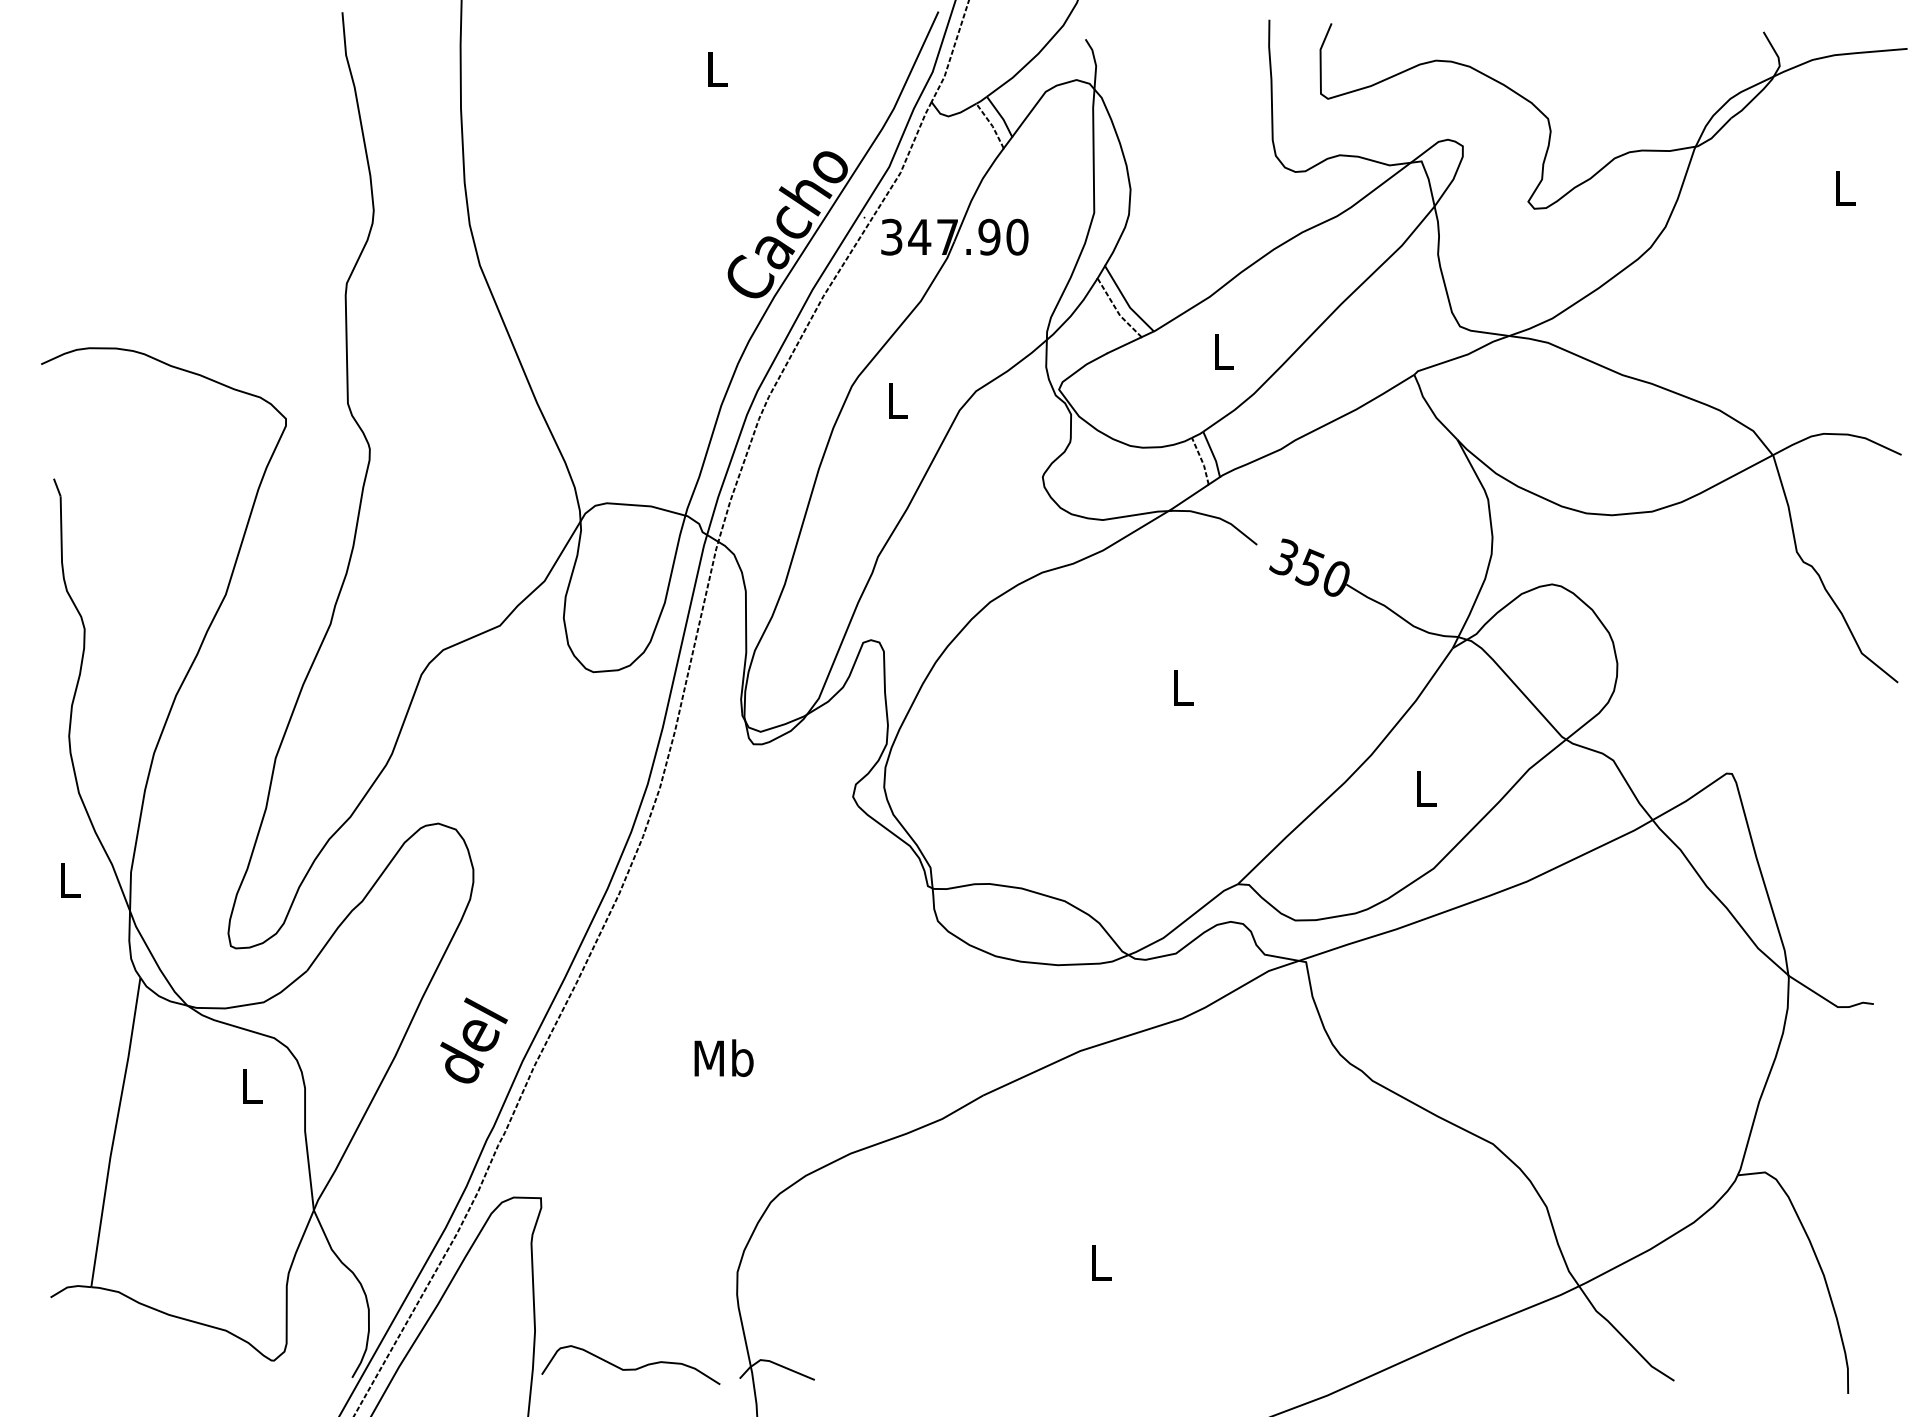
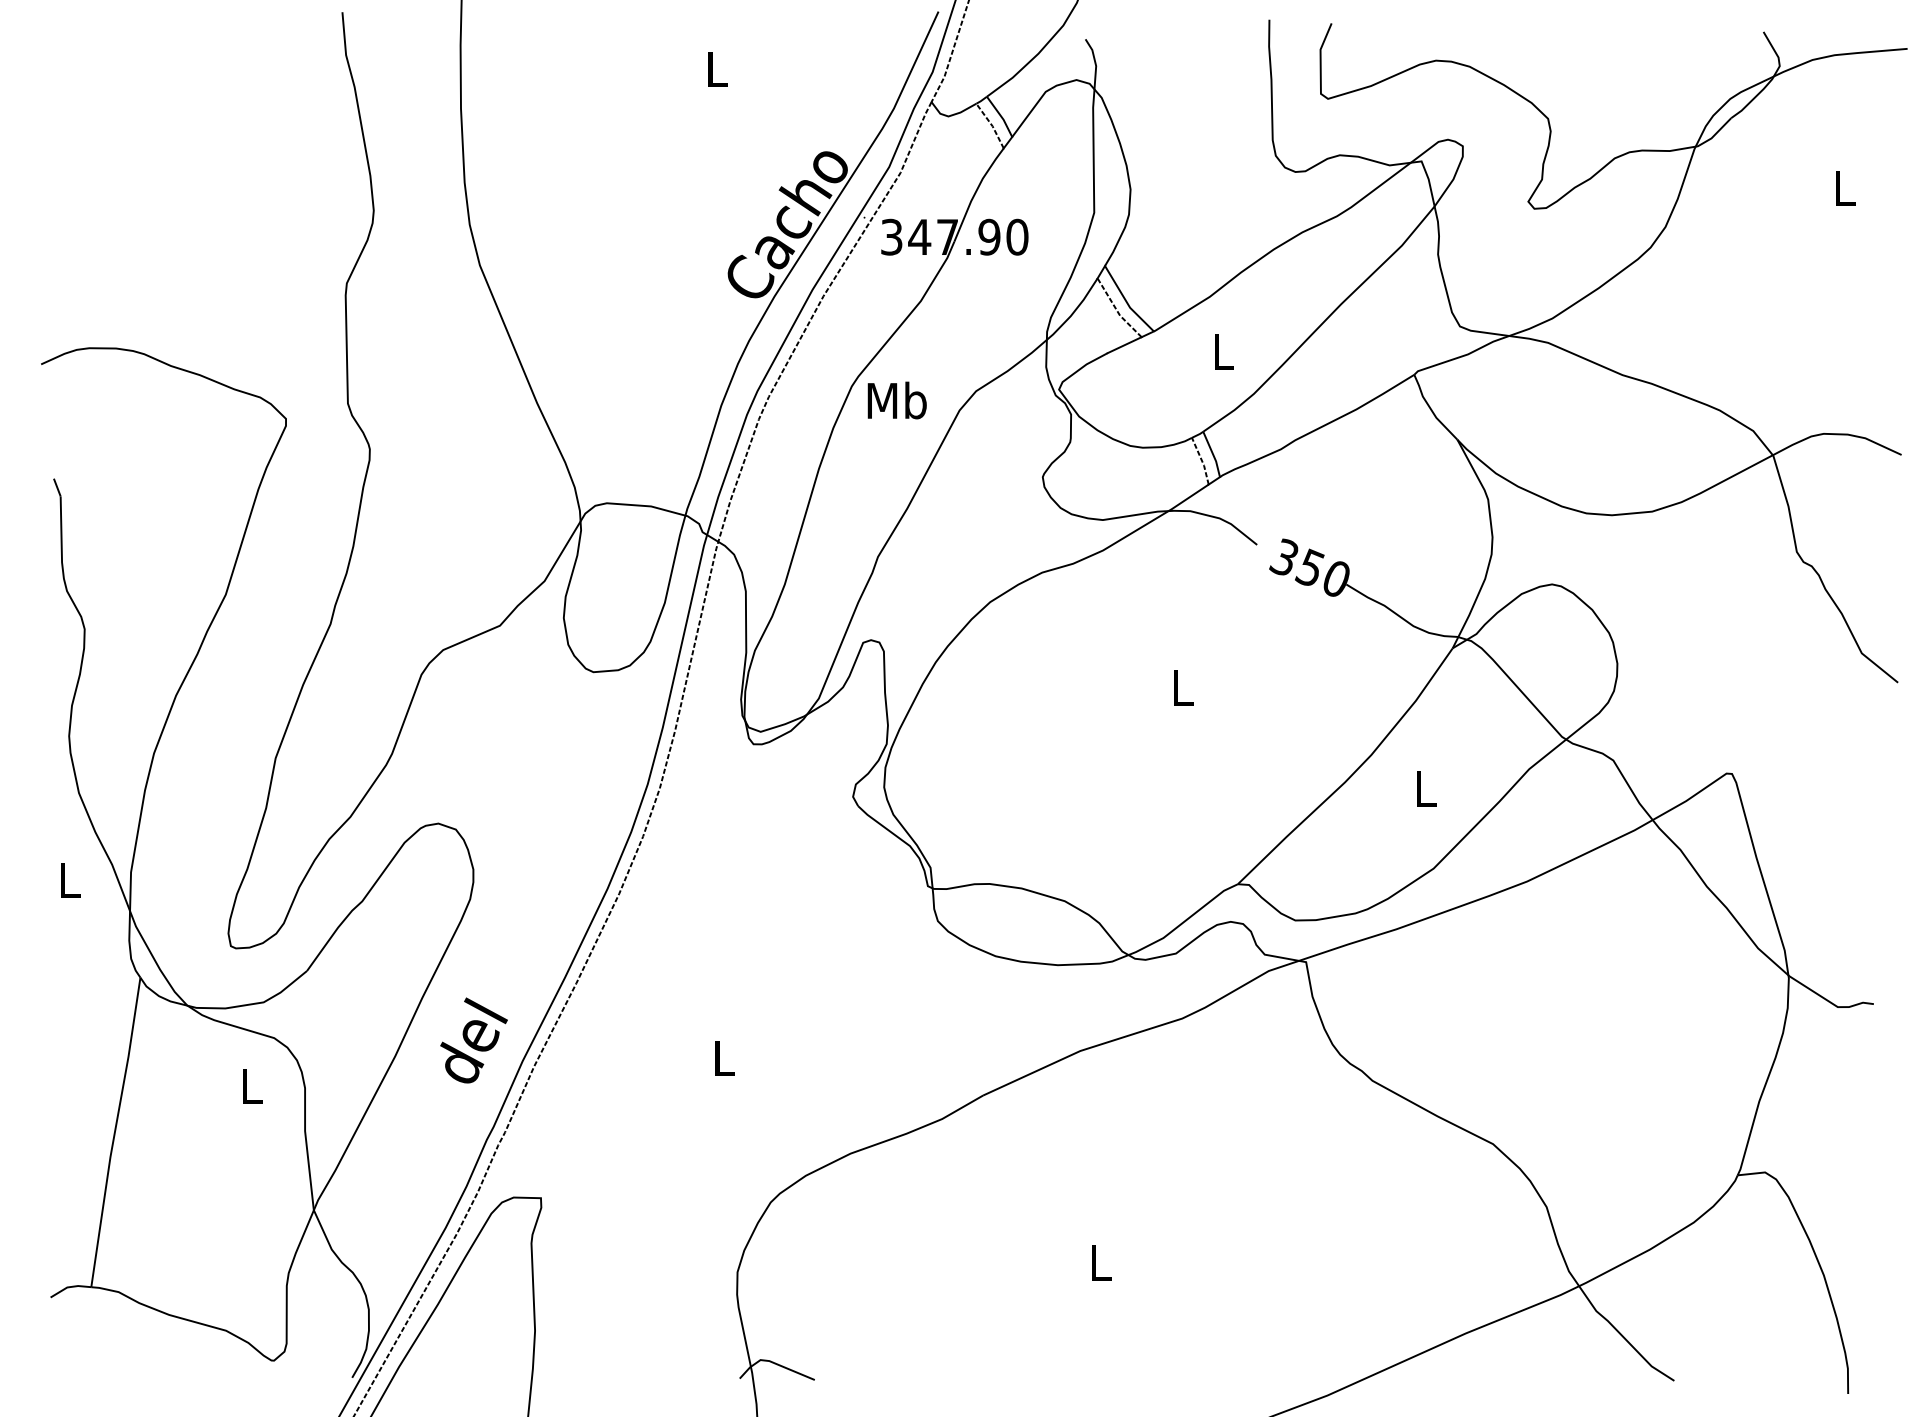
text at (896, 400): L -> Mb
text at (723, 1057): Mb -> L
curve at (630, 1368): present -> none
